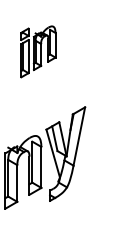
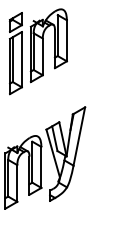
part at (38, 51) size: 37x54 px -> 59x88 px
